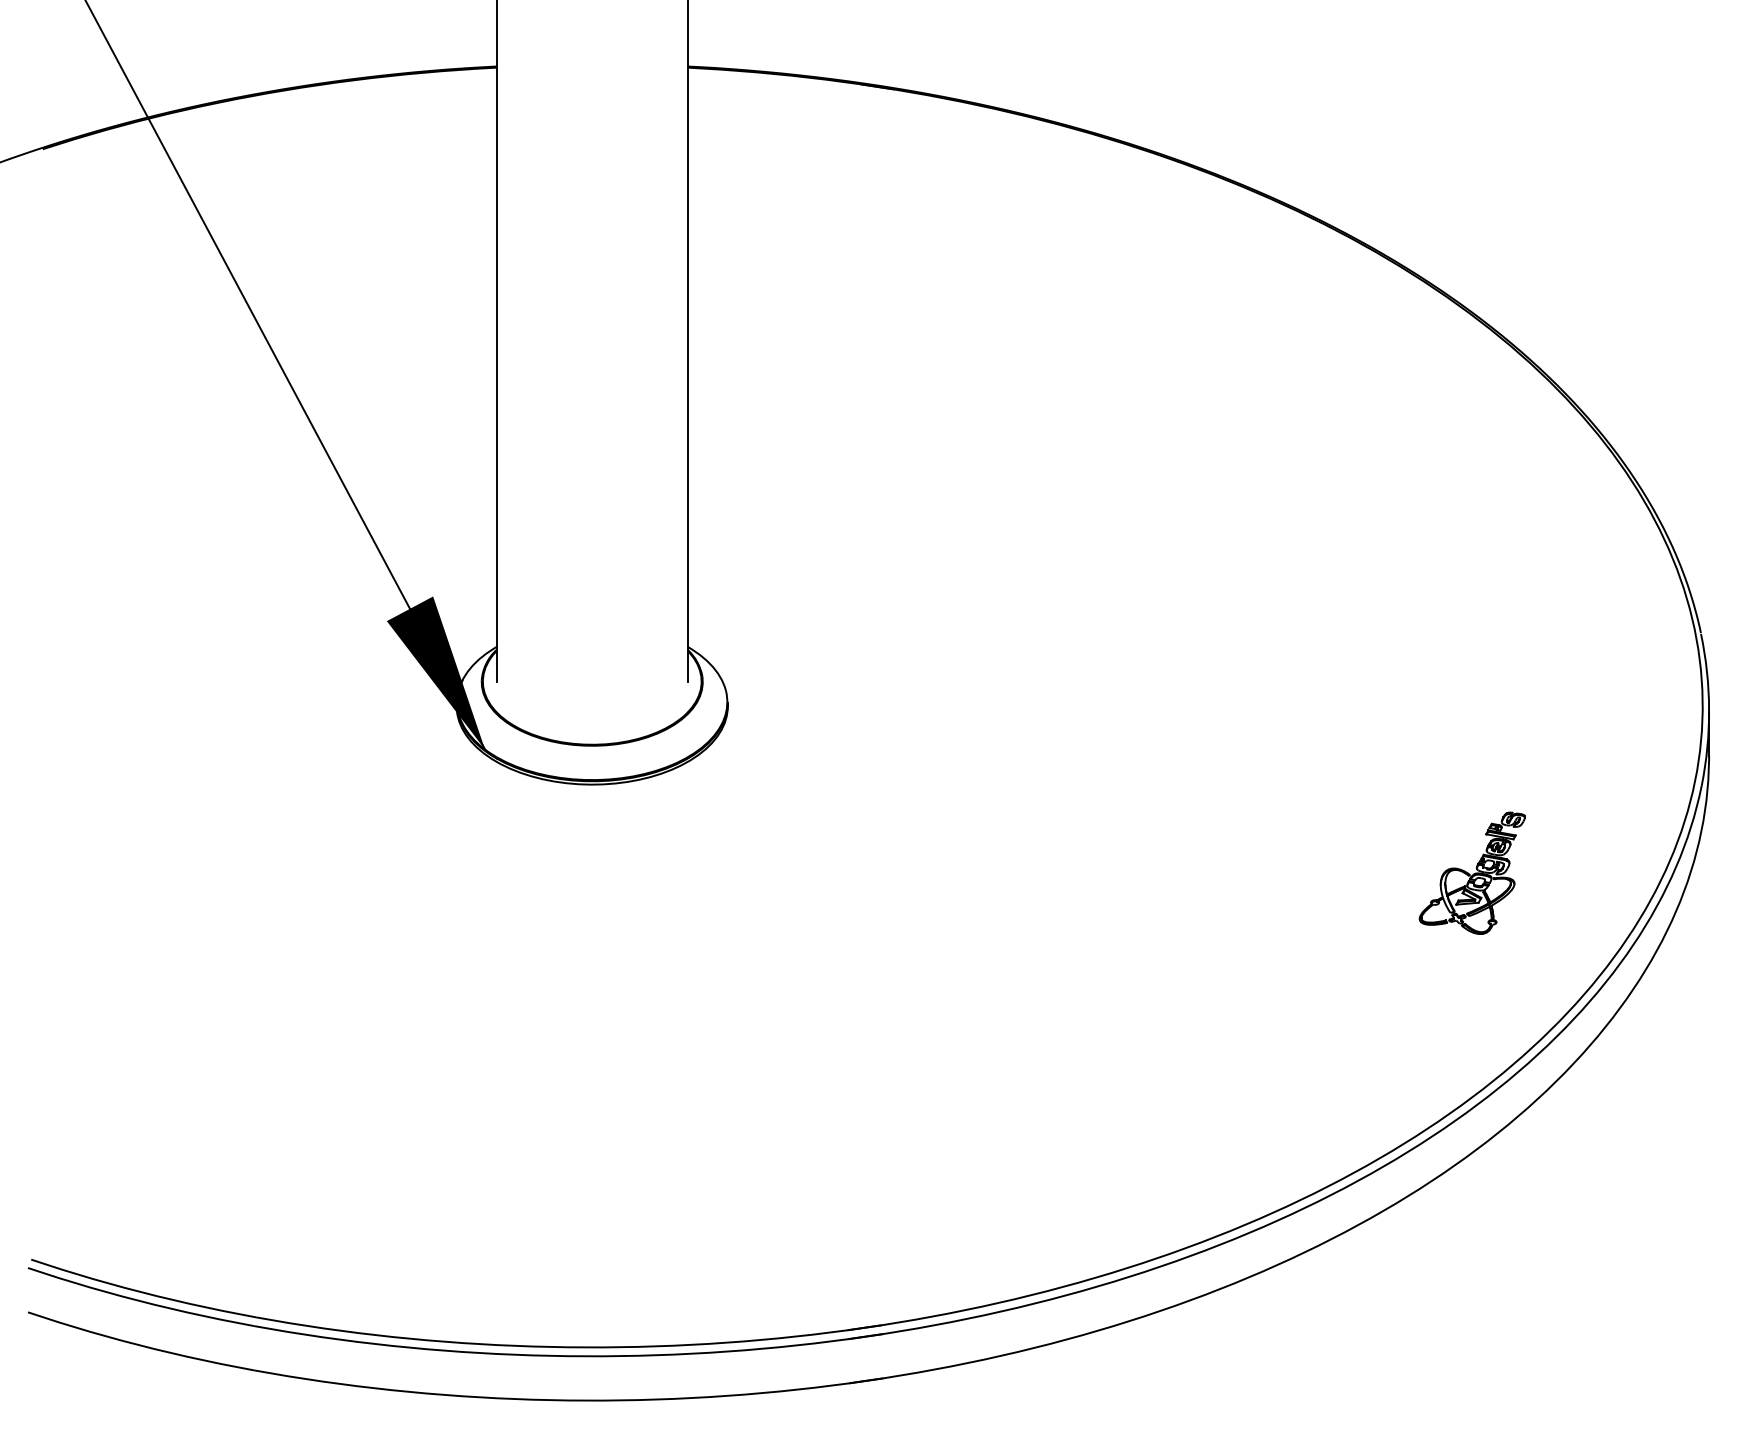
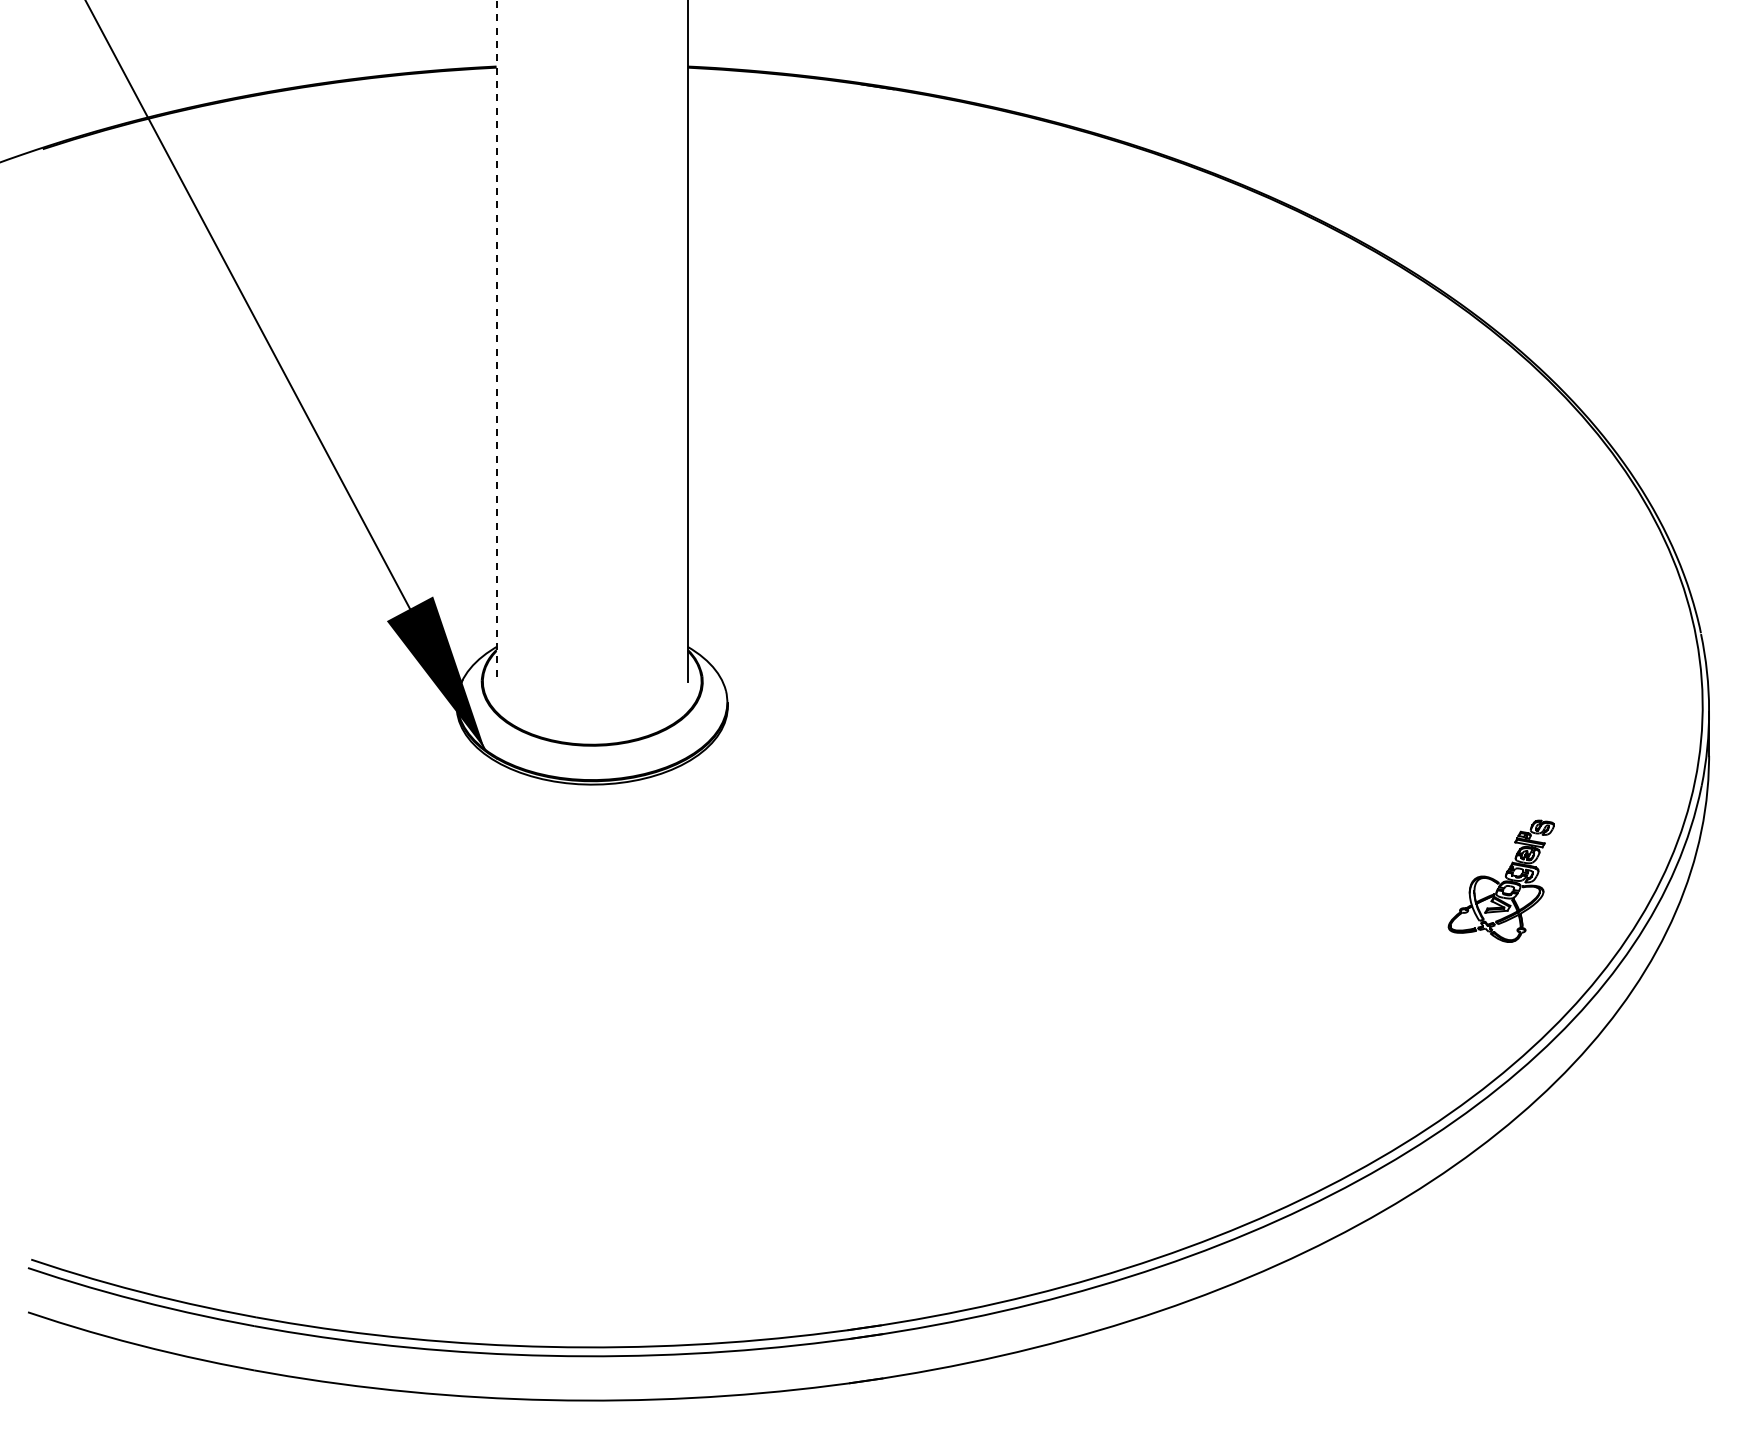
line at (496, 341): solid -> dashed
part at (1471, 872) position: (1471, 872) -> (1500, 880)
